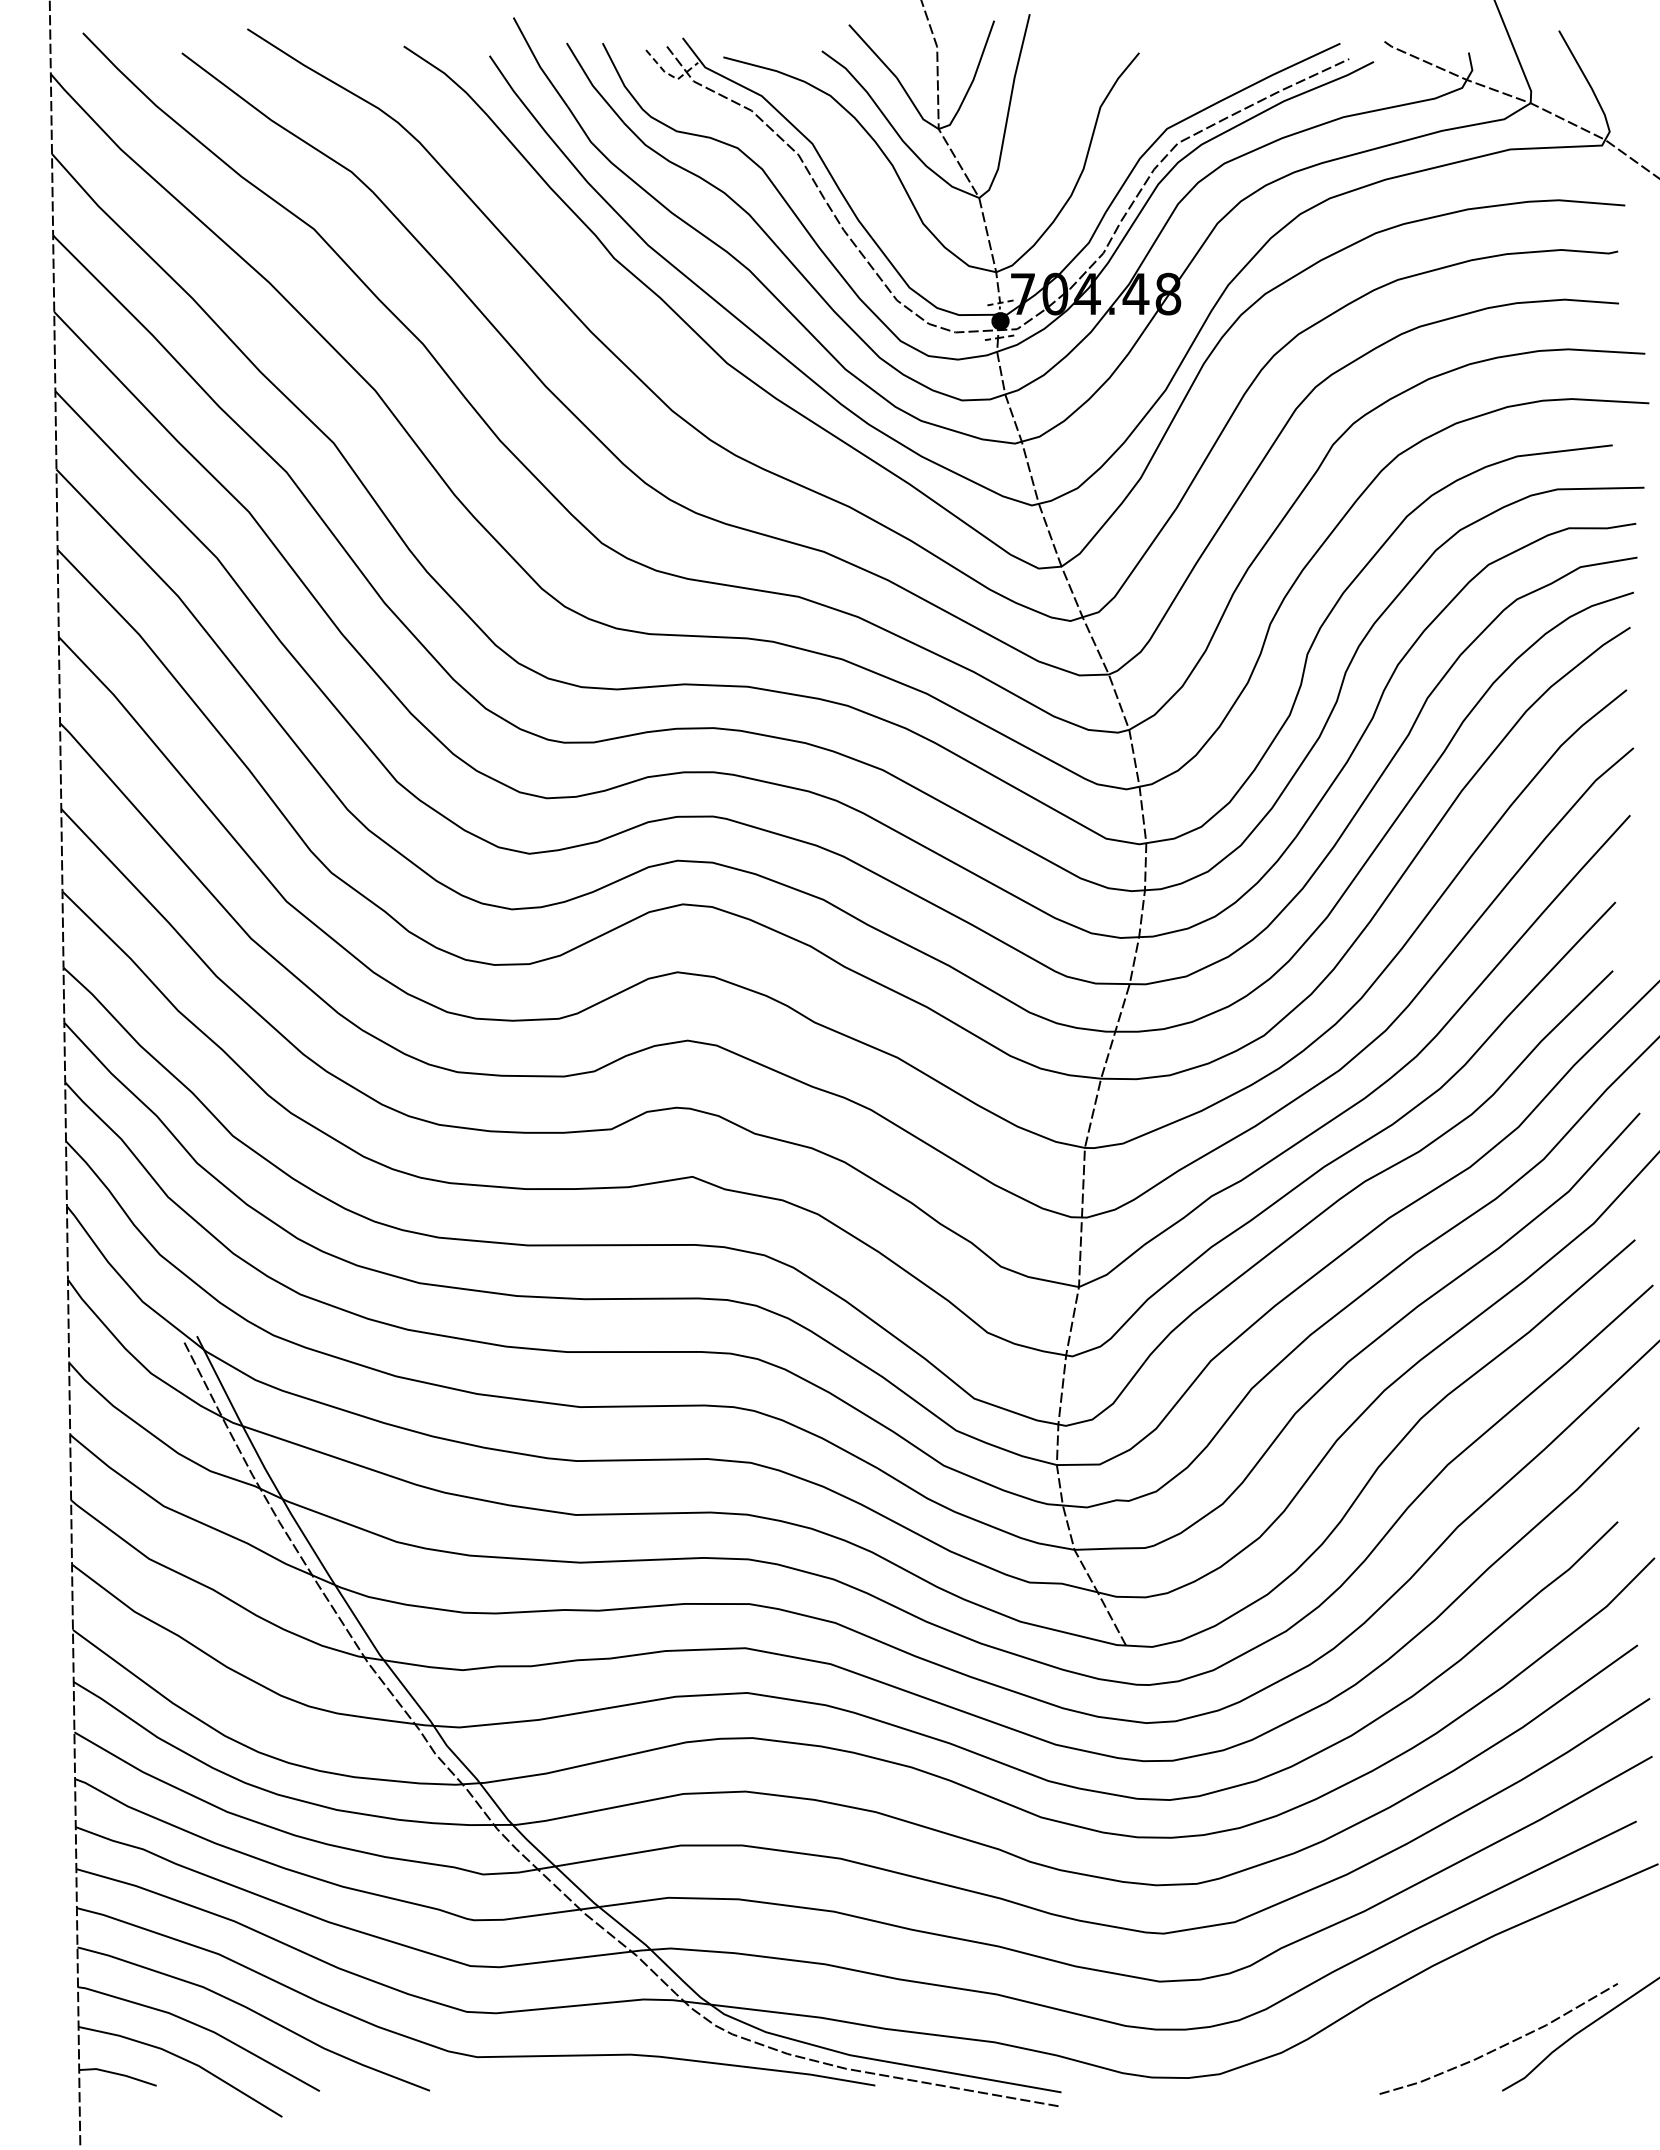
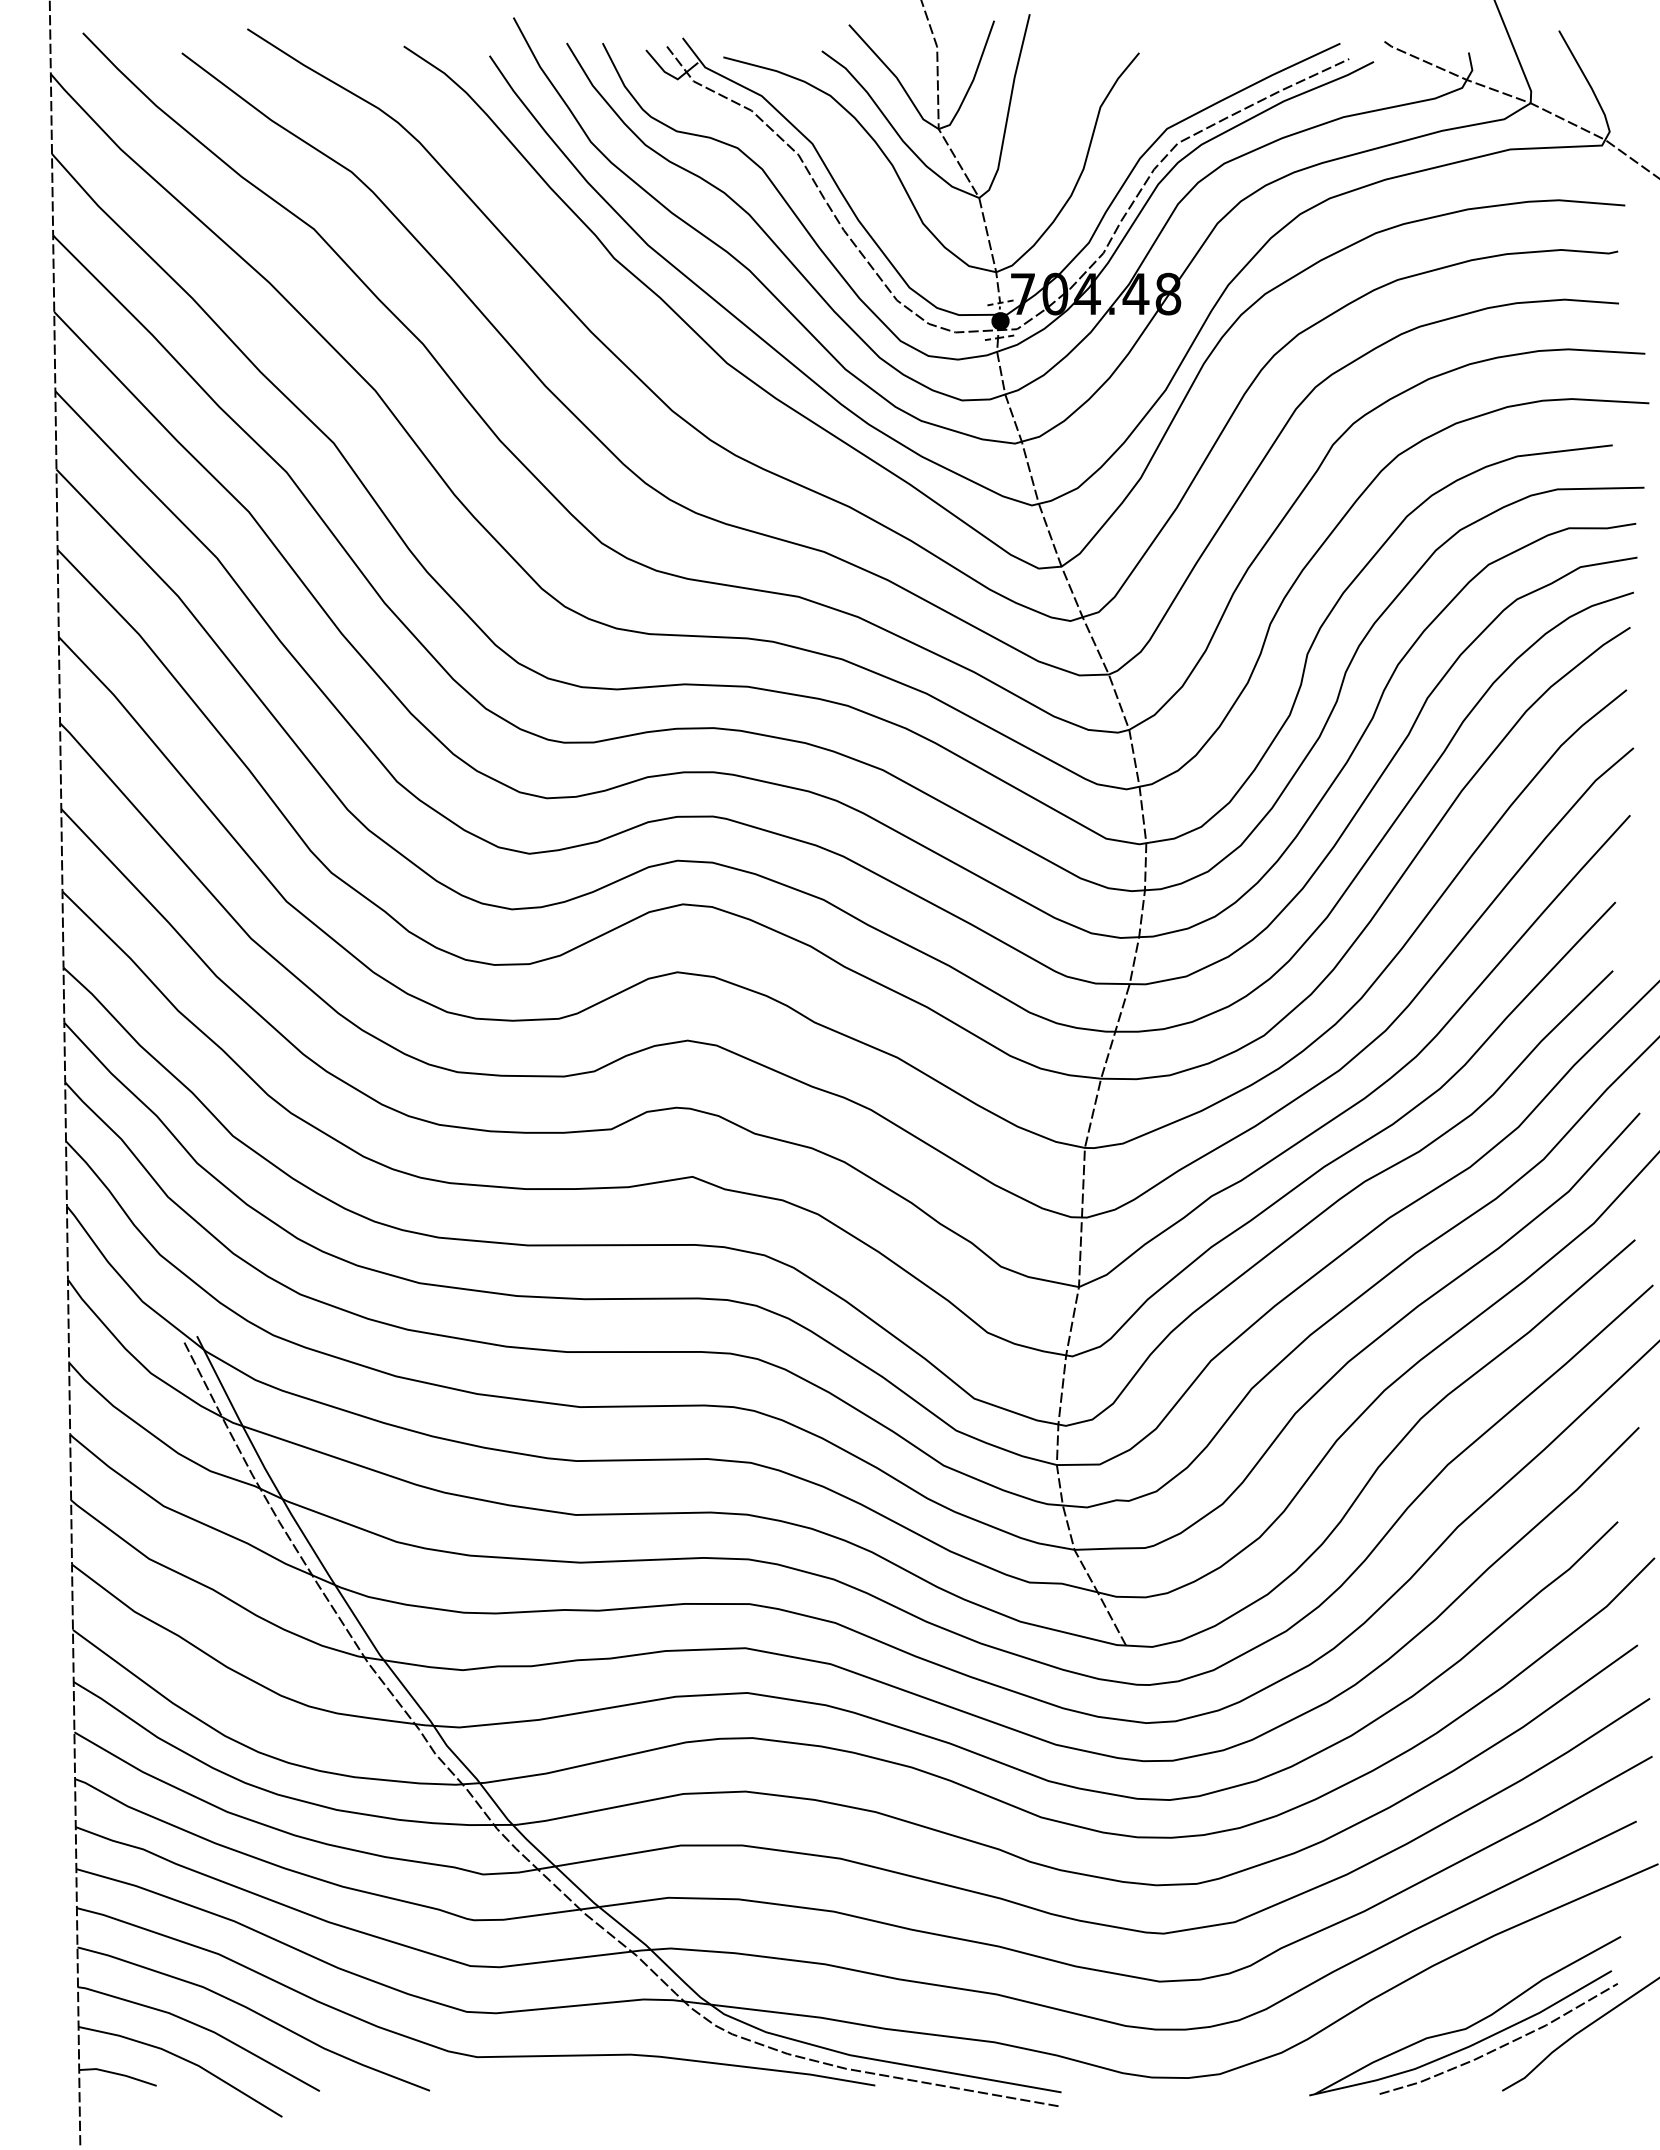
line at (670, 75): dashed -> solid
part at (1469, 2025): none -> present
